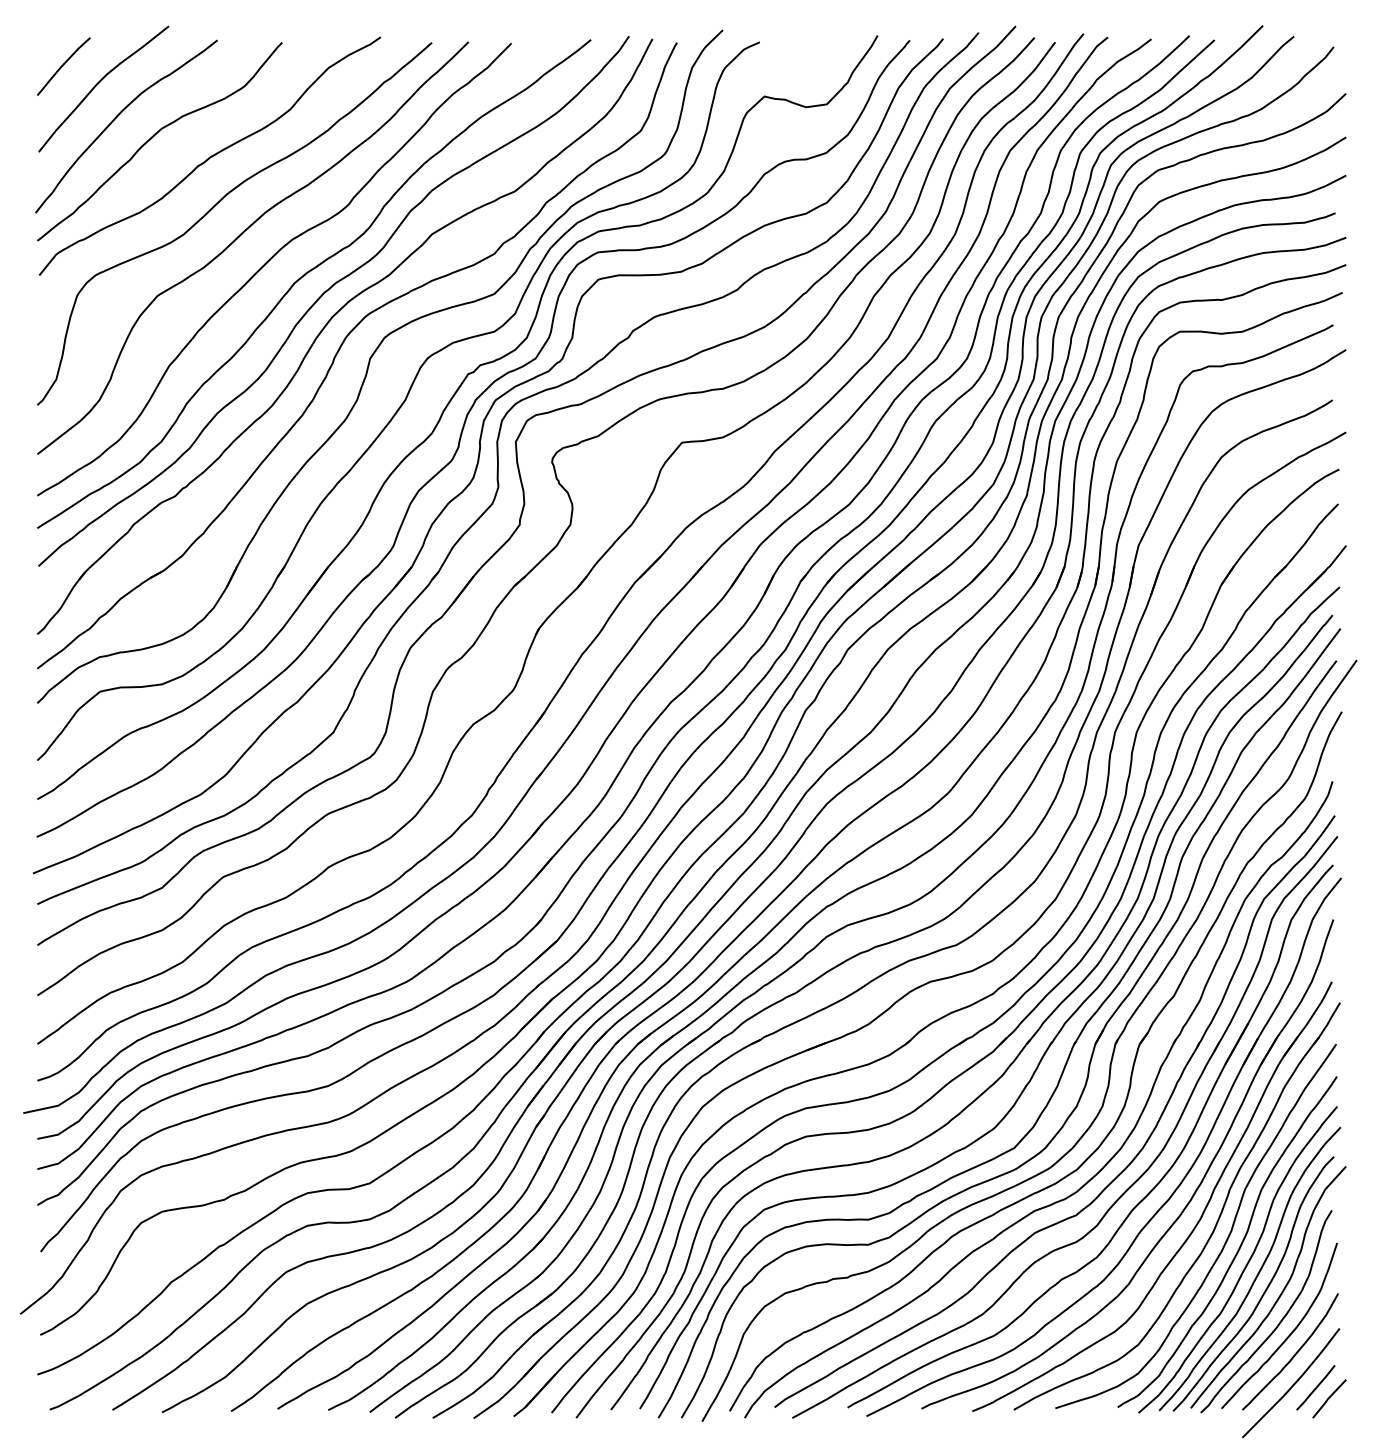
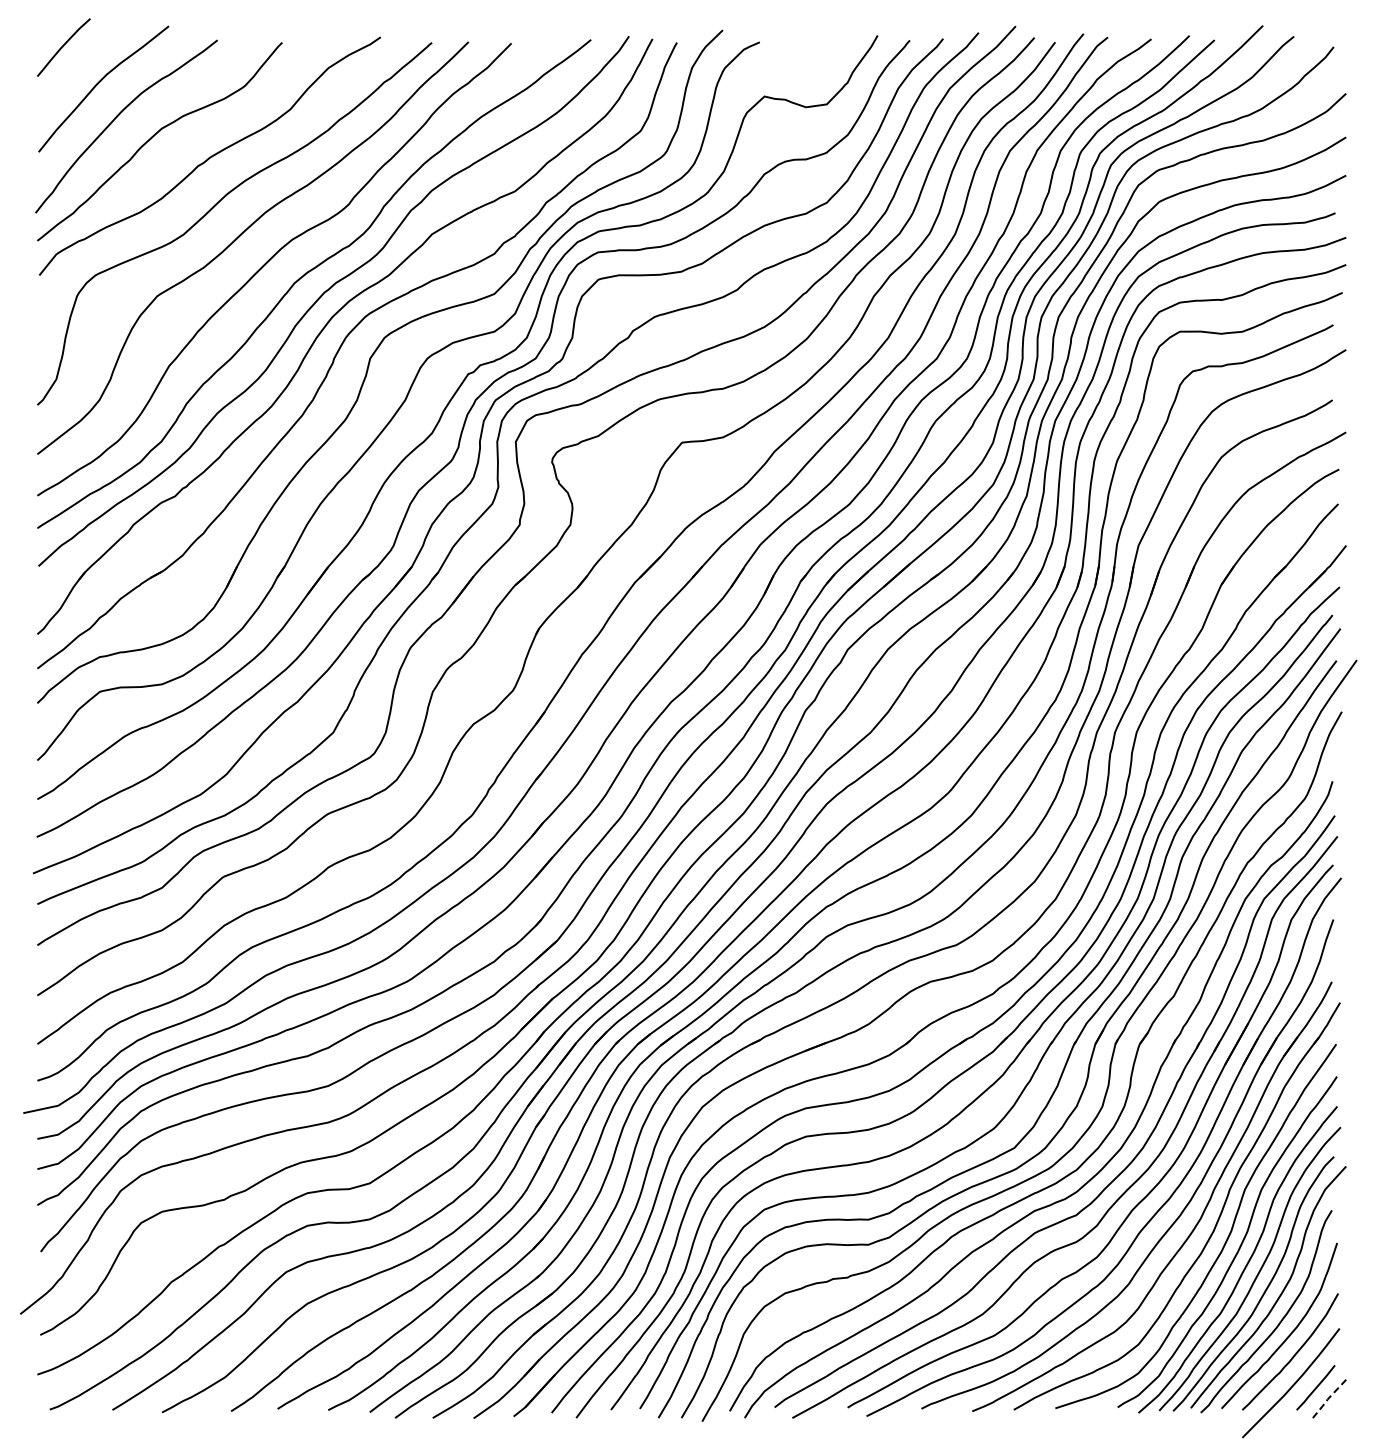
curve at (63, 66) position: (63, 66) -> (63, 47)
line at (1328, 1398): solid -> dashed
